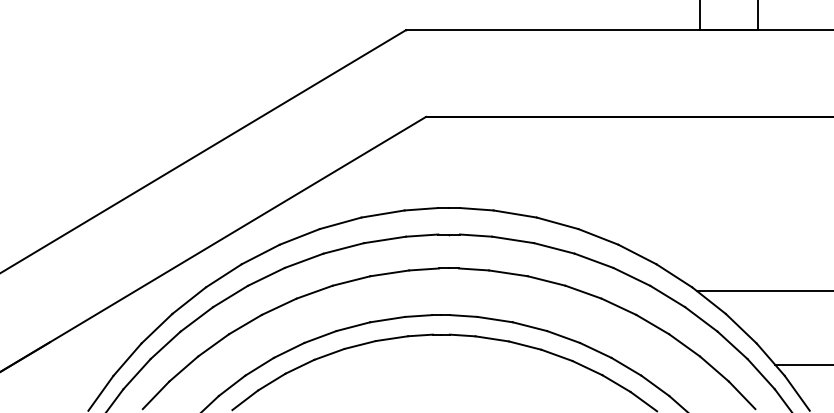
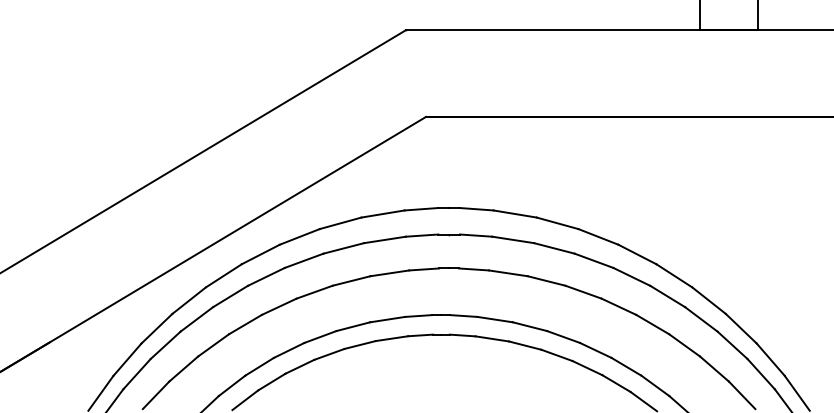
line at (763, 291): present -> none
line at (802, 365): present -> none
